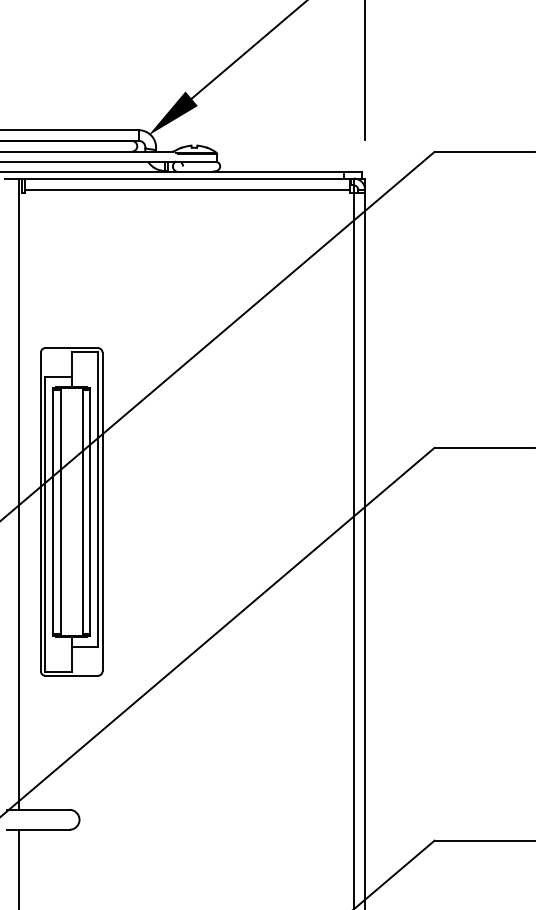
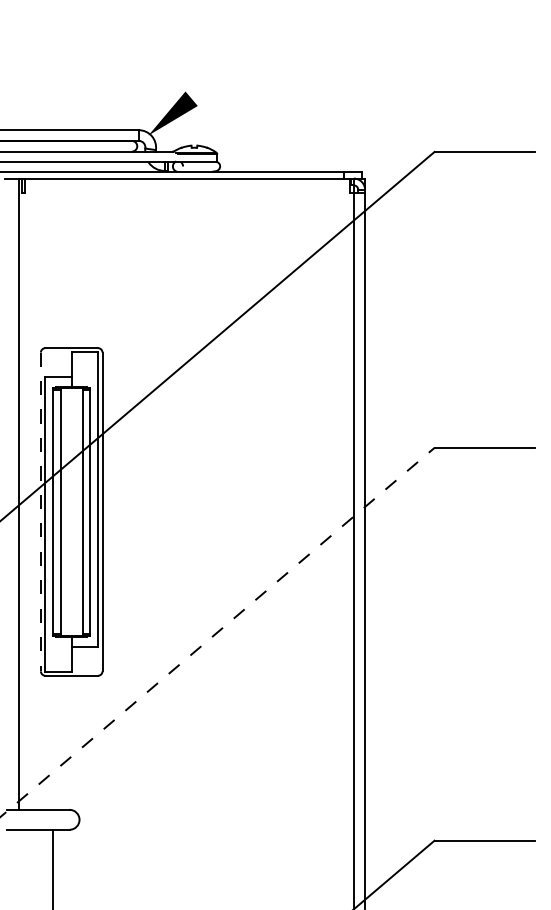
line at (247, 50): present -> none
line at (365, 70): present -> none
line at (187, 189): present -> none
line at (40, 512): solid -> dashed
line at (217, 632): solid -> dashed
line at (18, 867) position: (18, 867) -> (52, 867)
